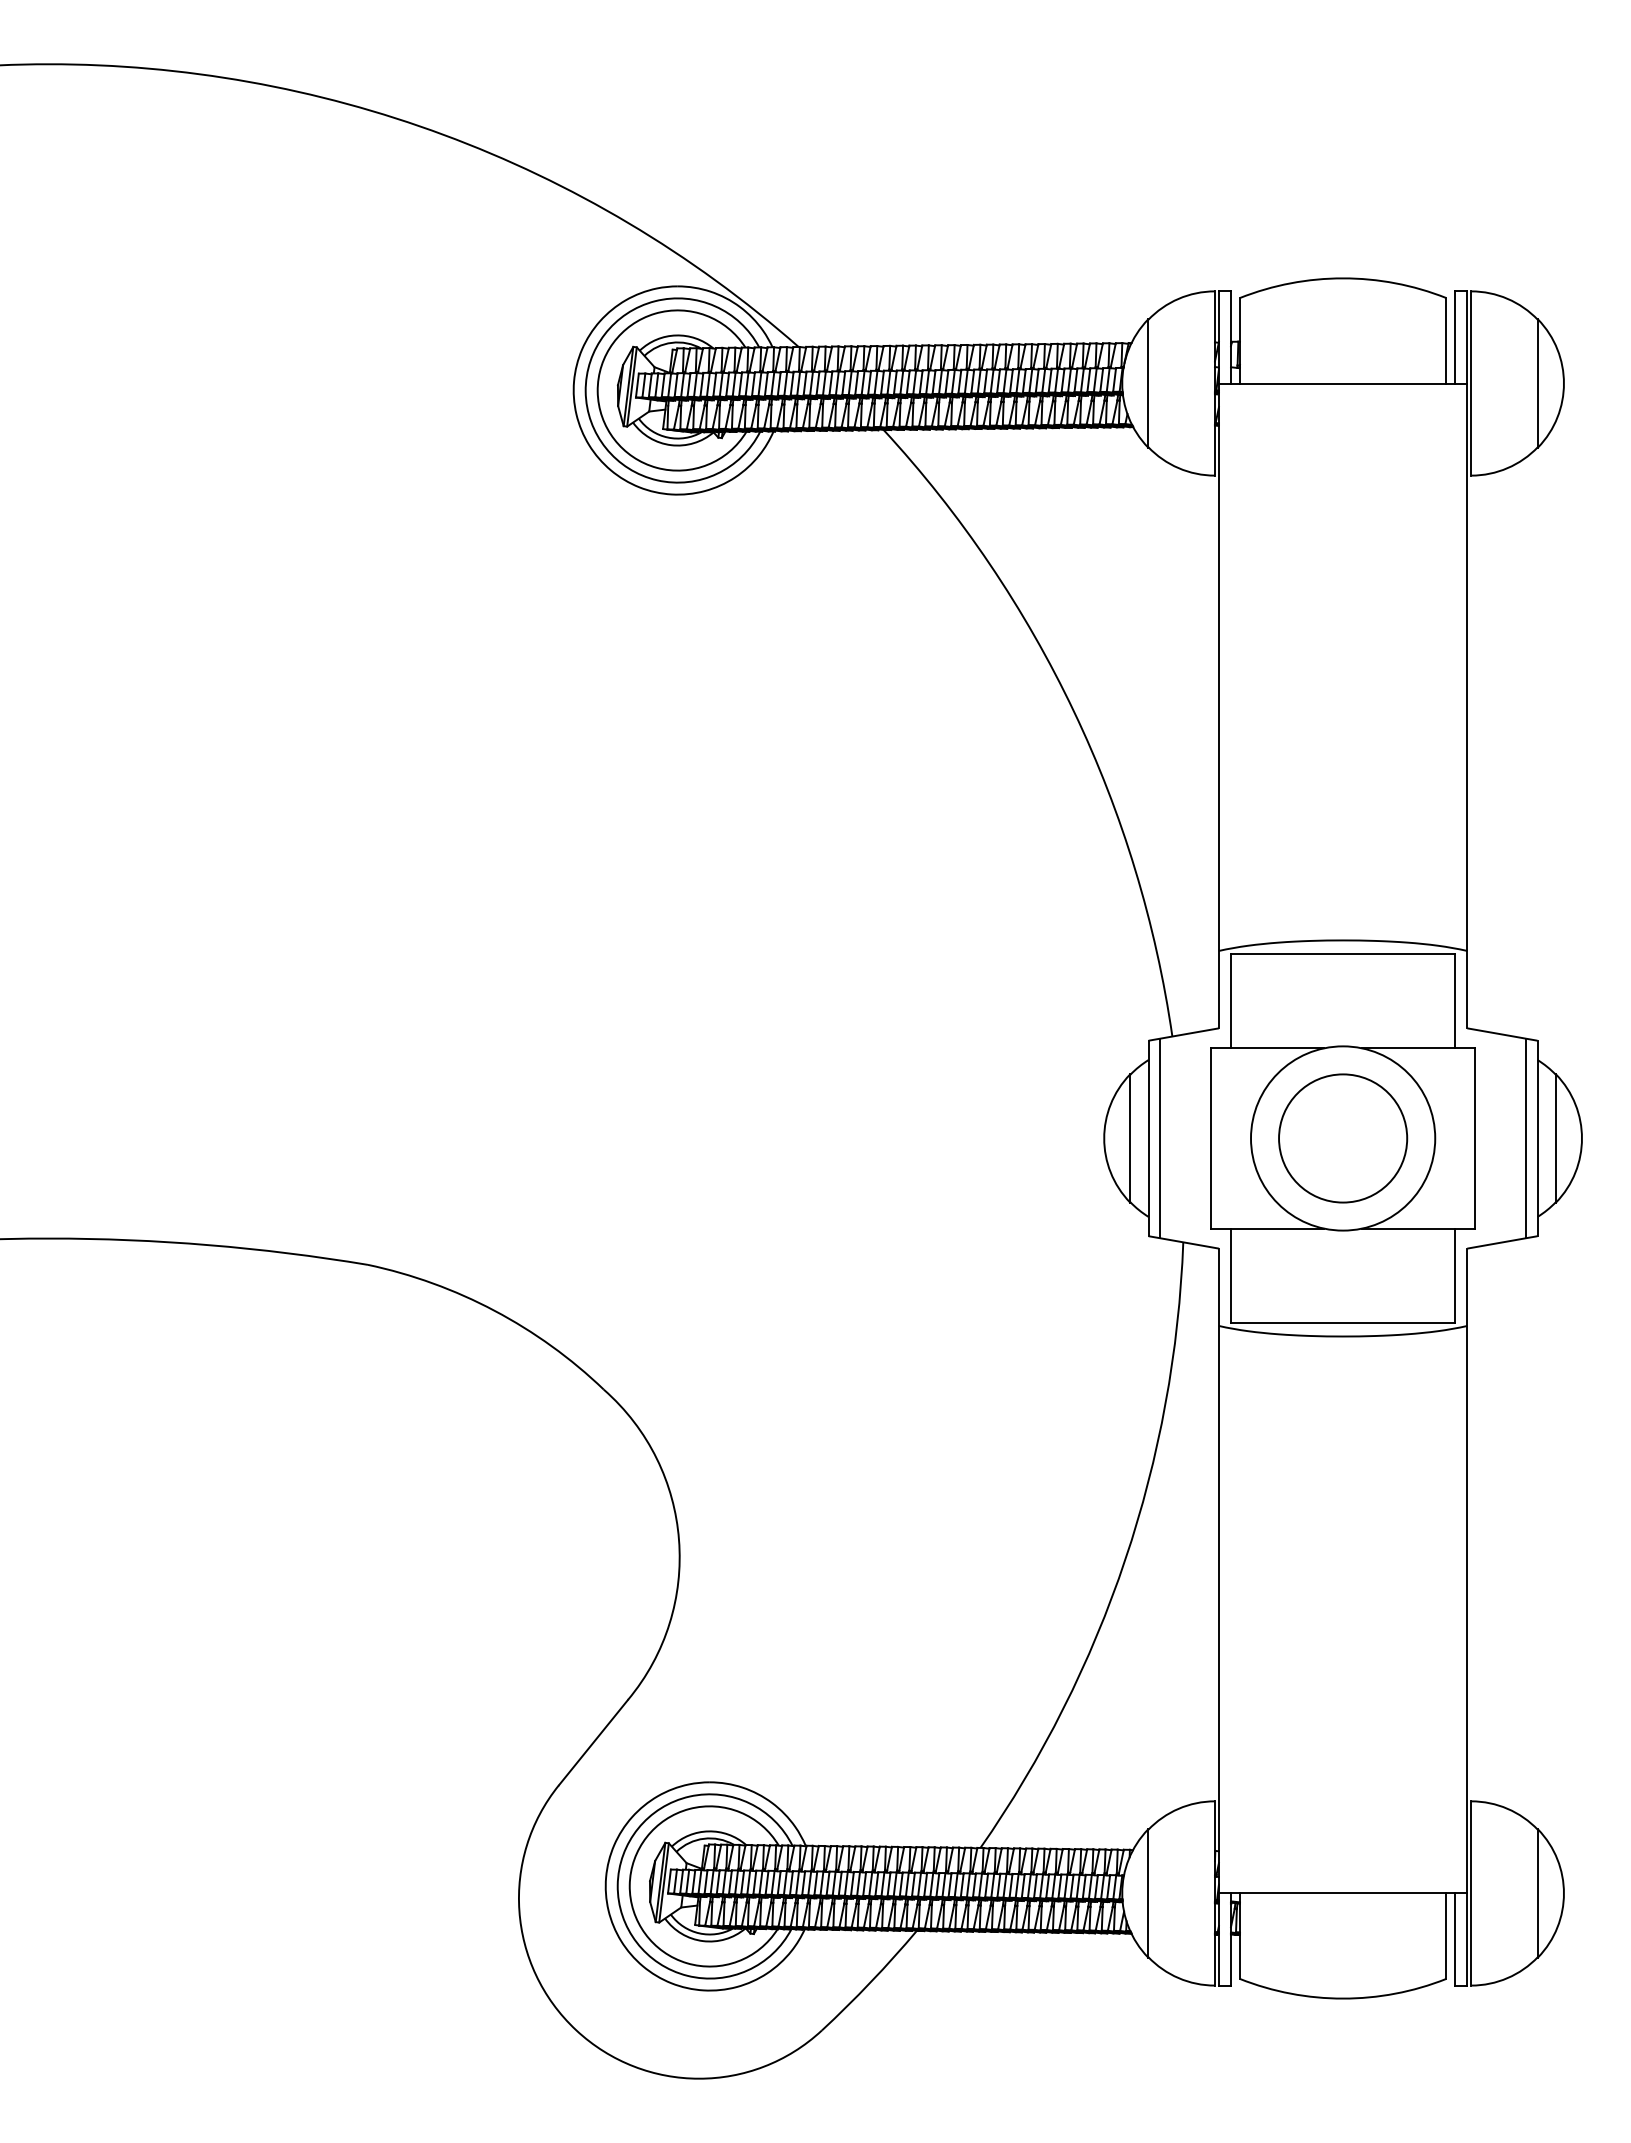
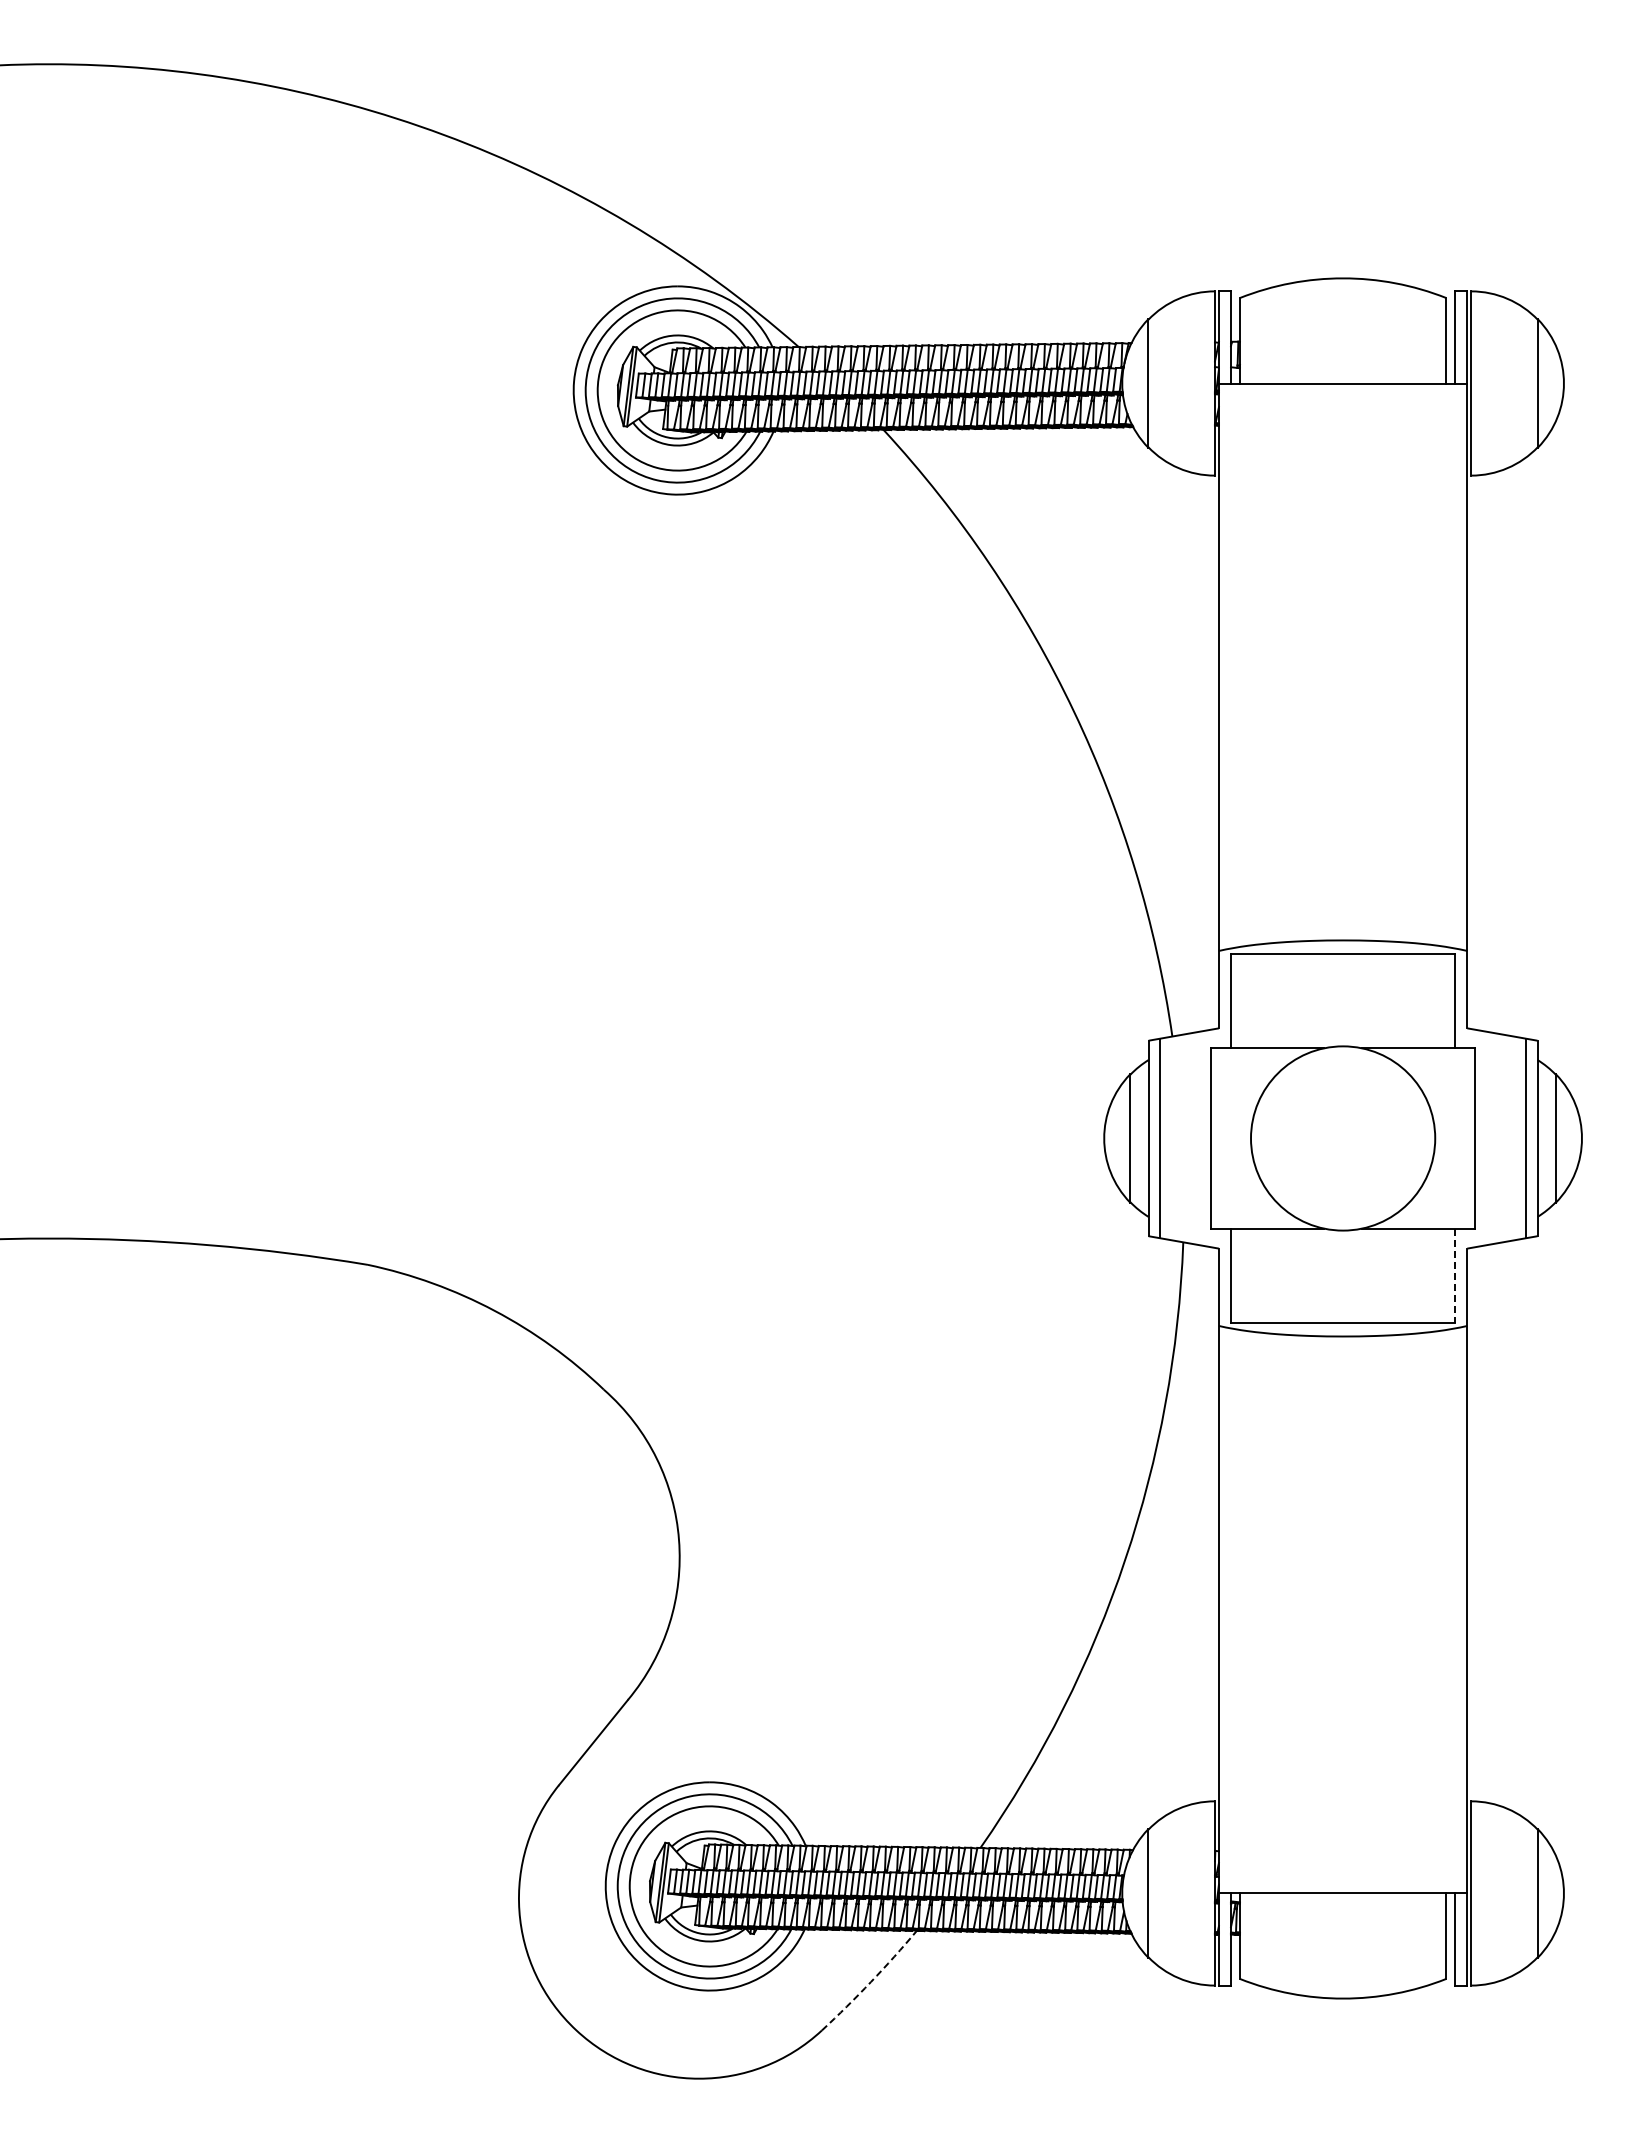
circle at (1343, 1138): present -> none
line at (1455, 1276): solid -> dashed
arc at (870, 1982): solid -> dashed
